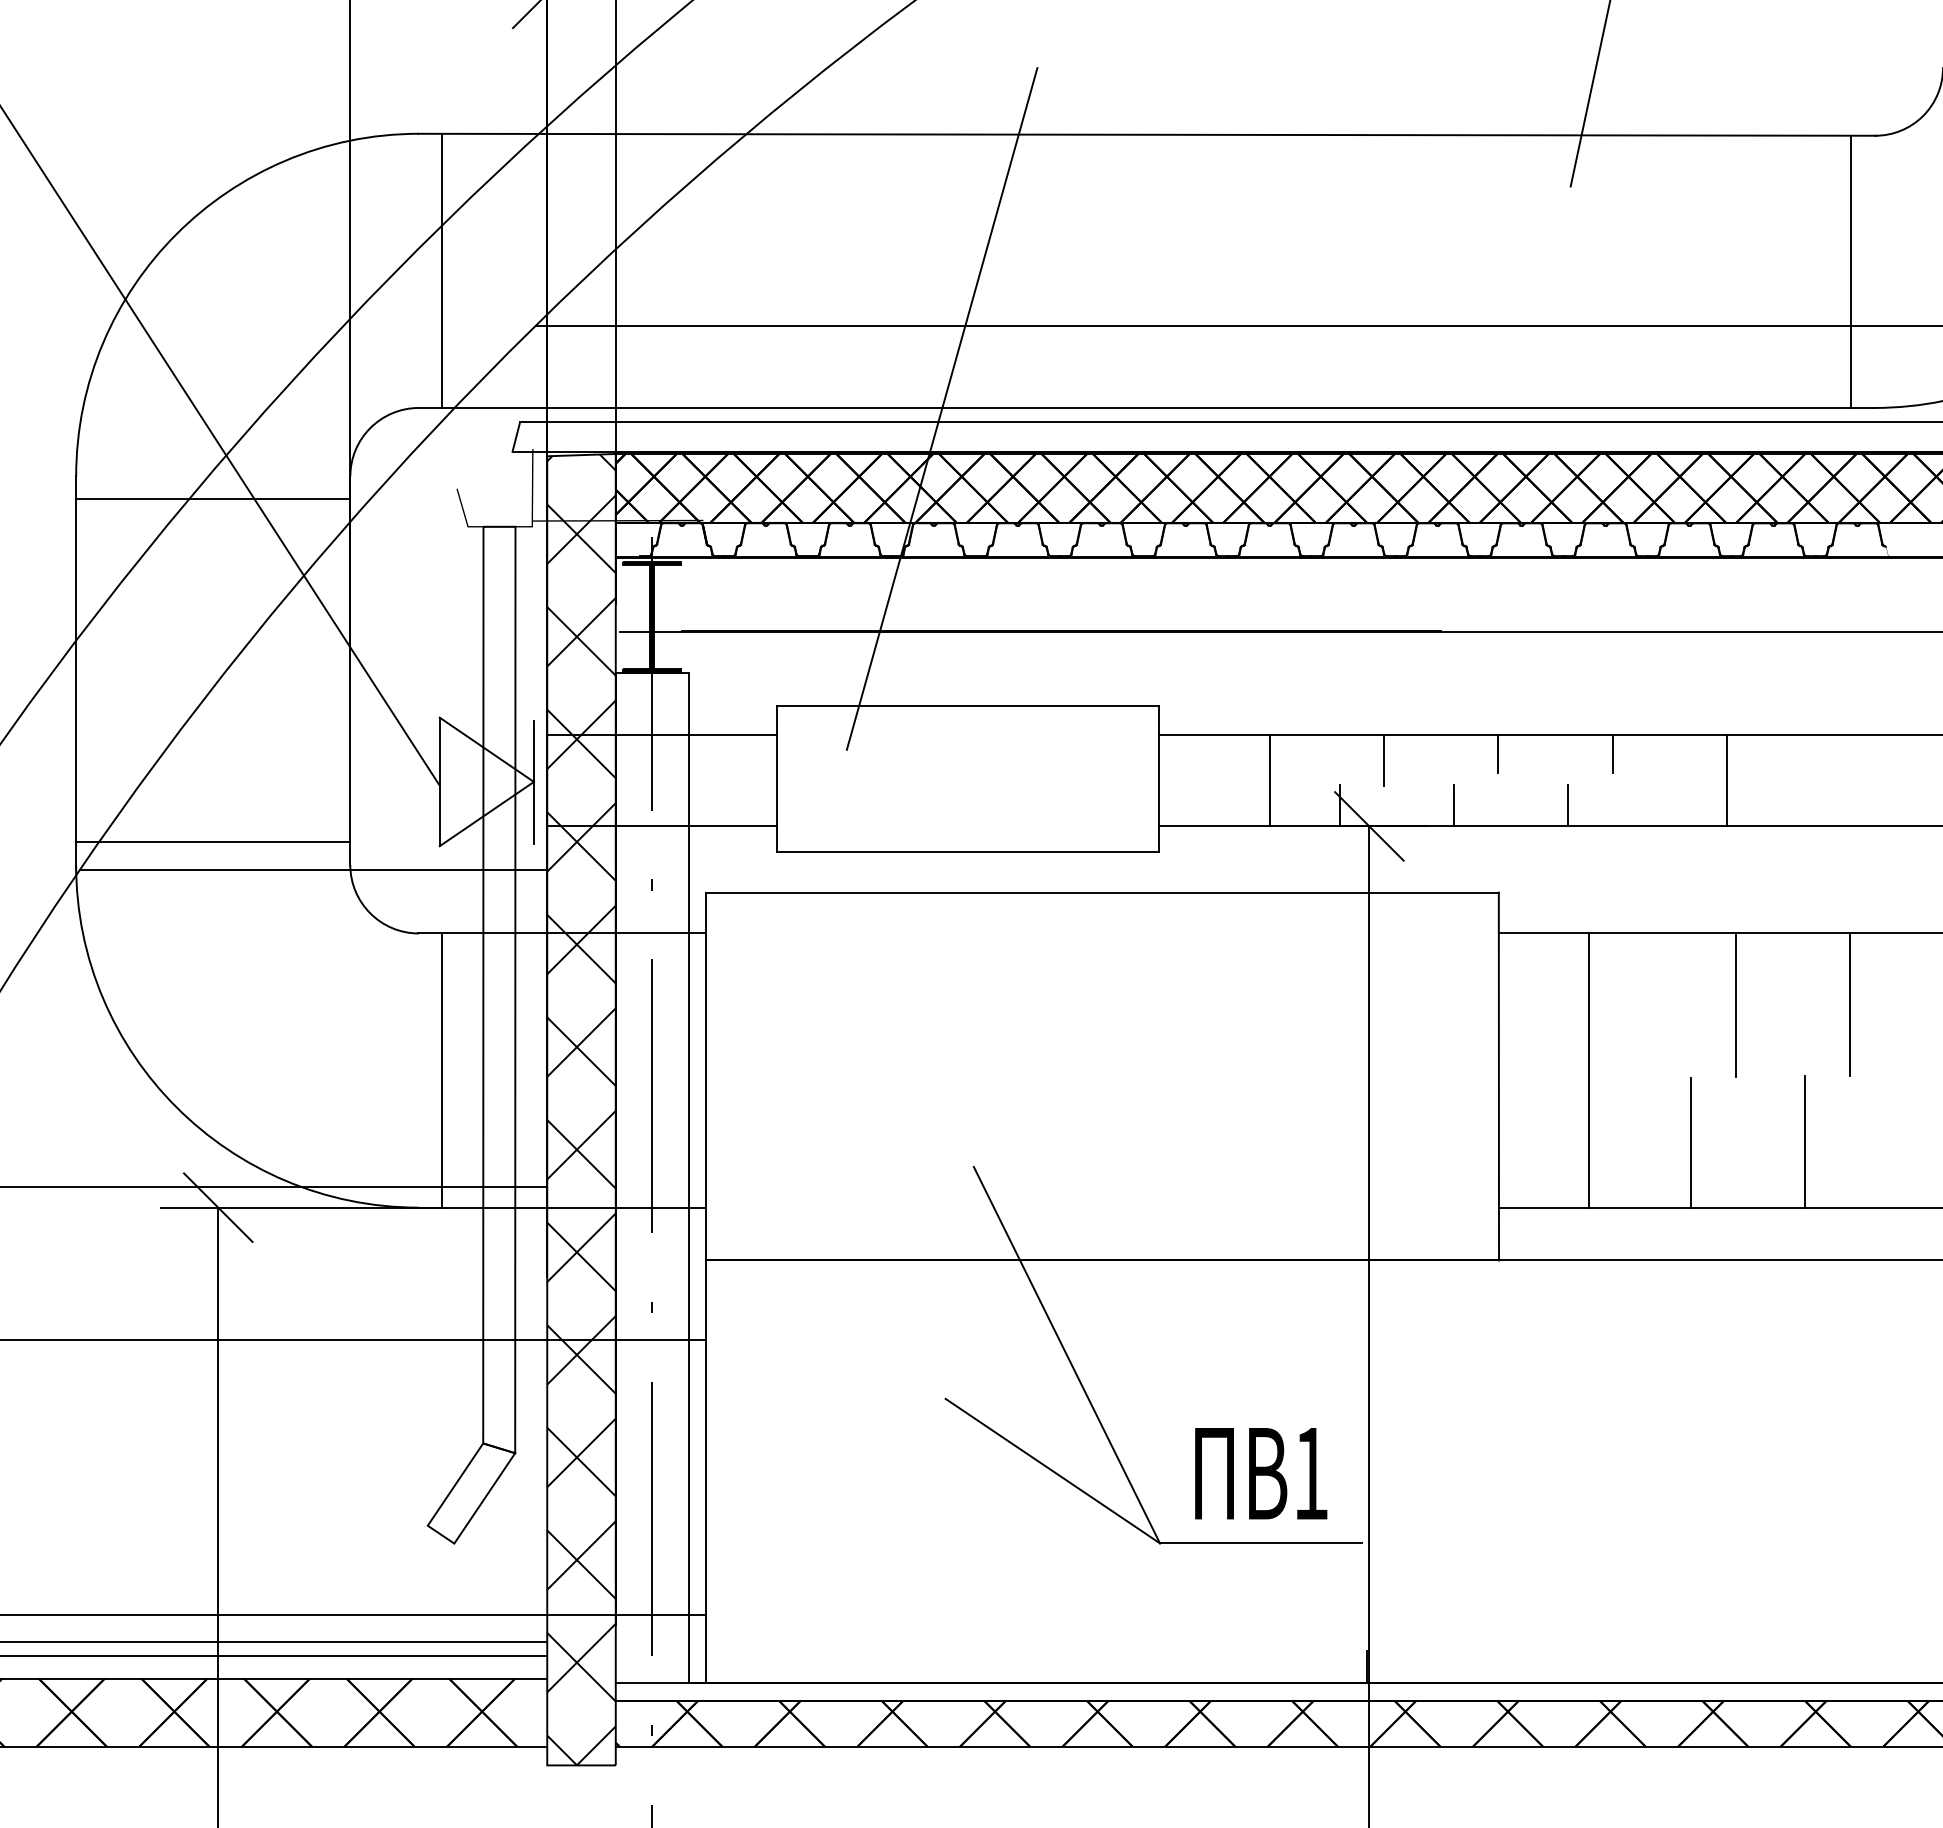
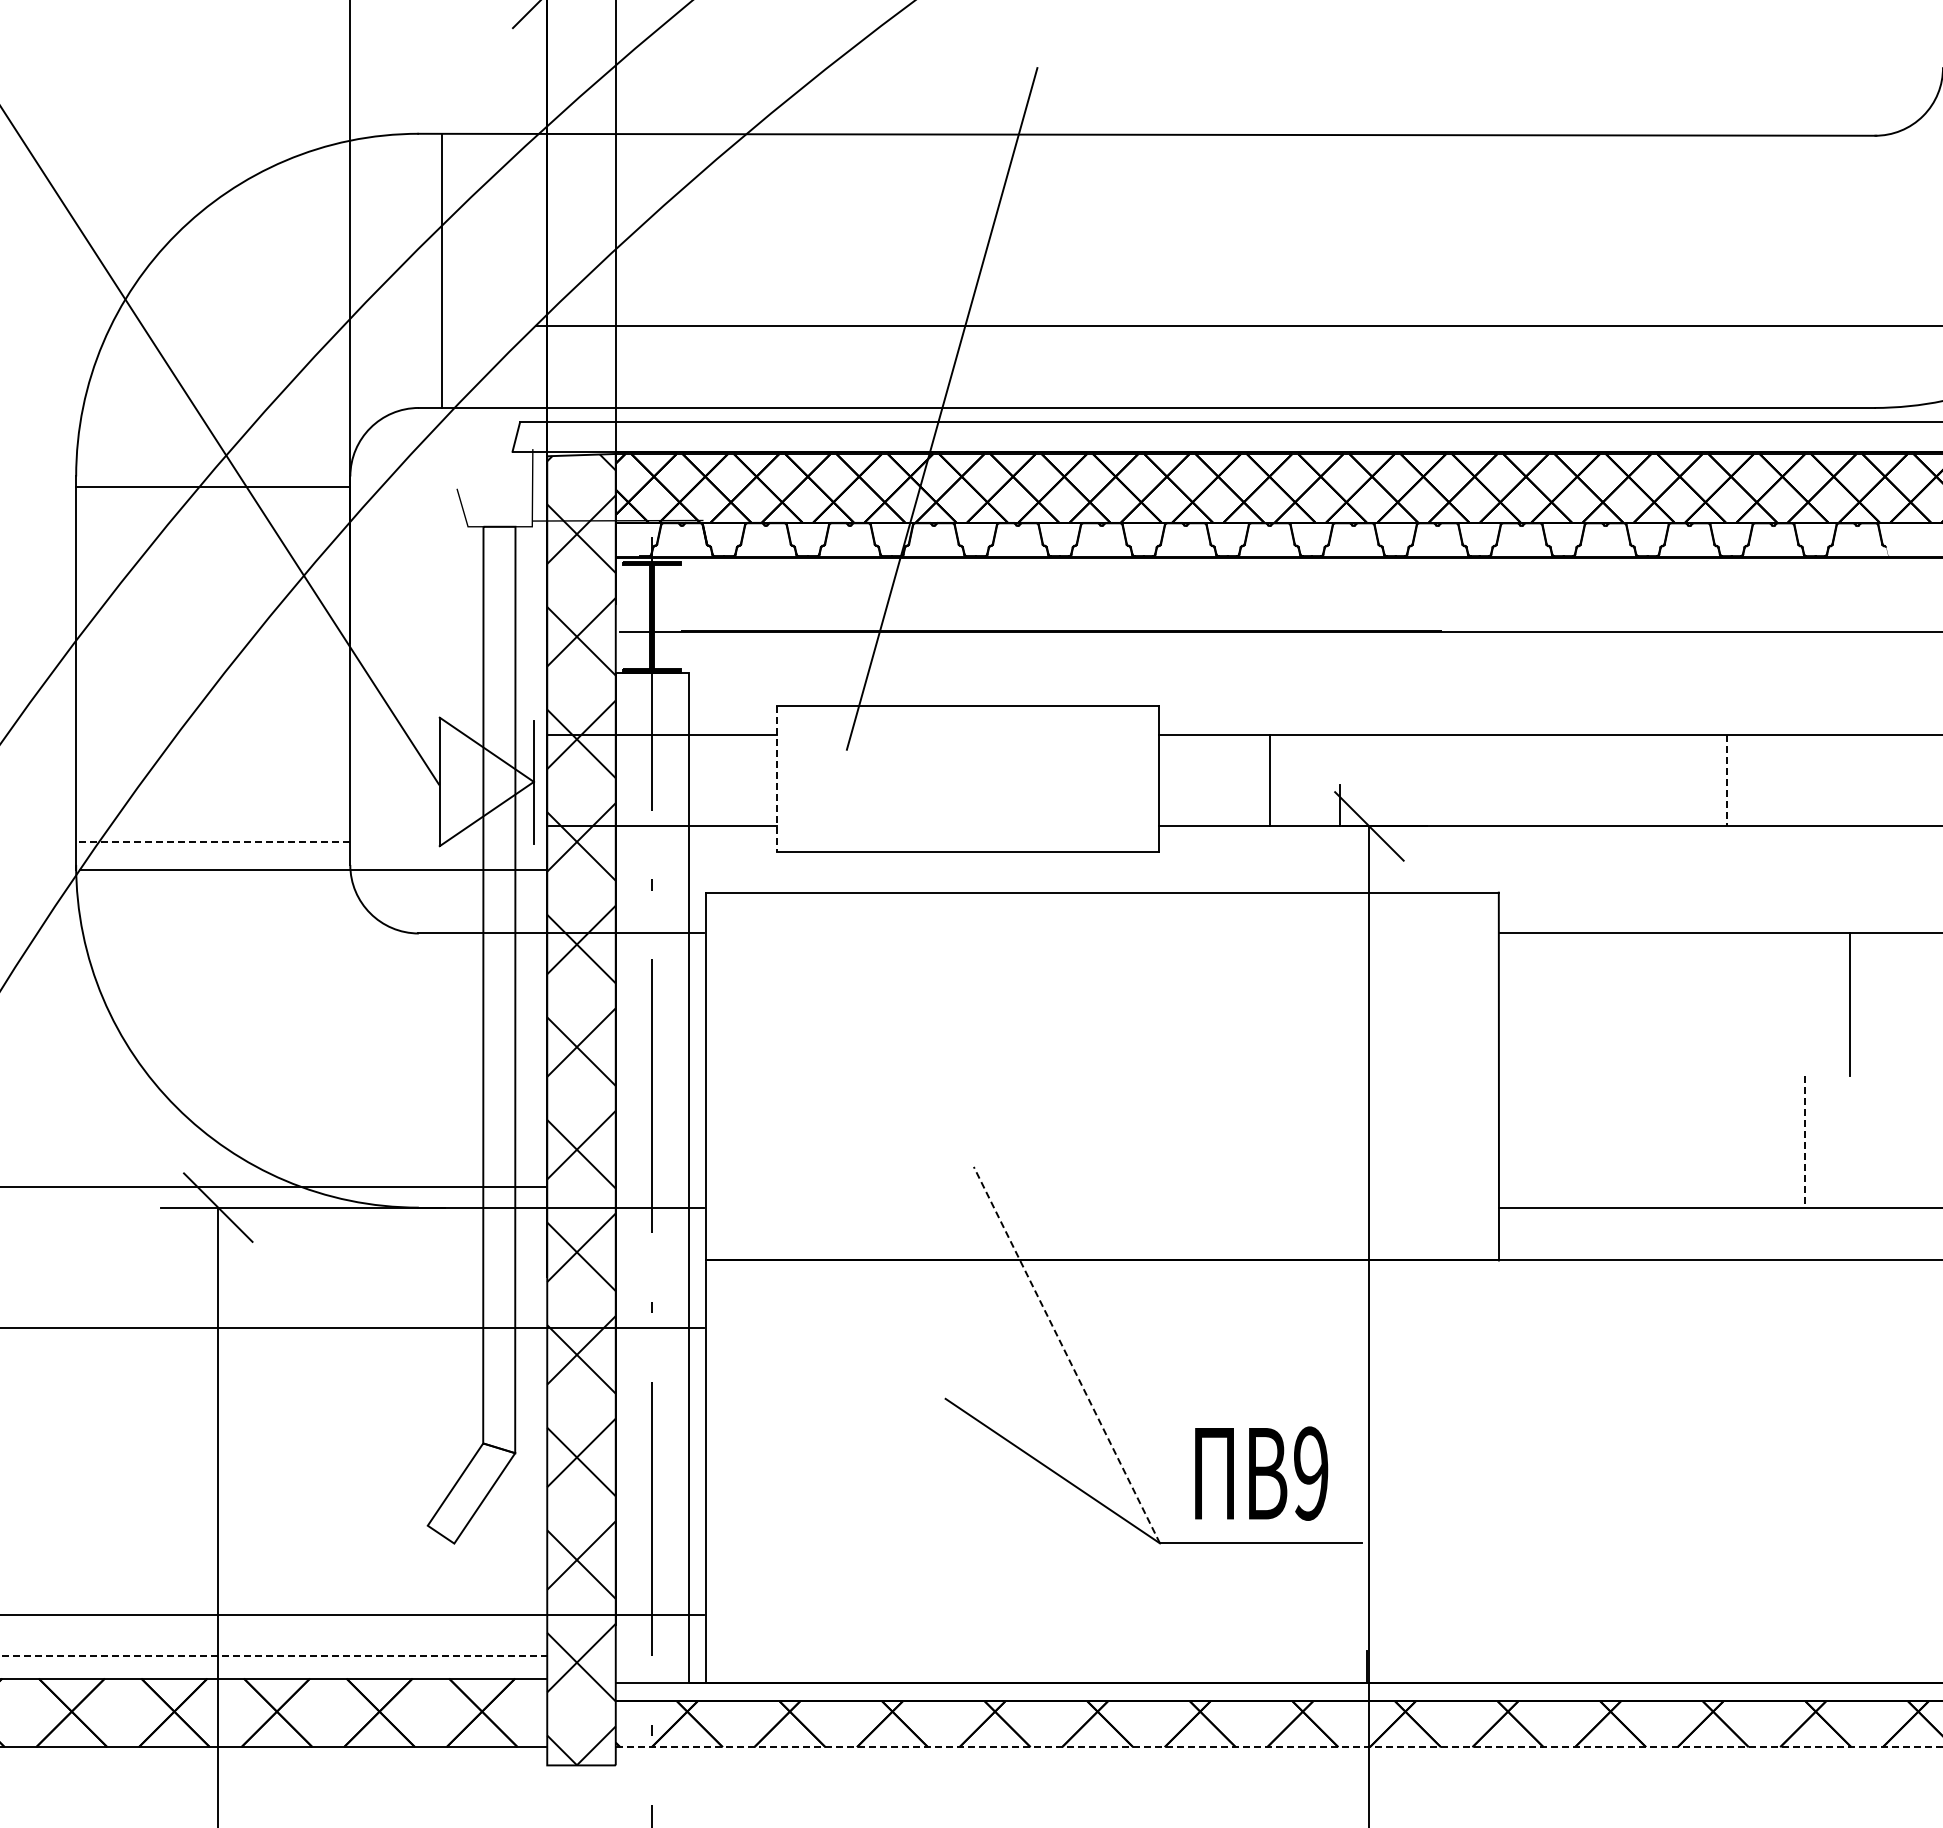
line at (1589, 94): present -> none
line at (1851, 271): present -> none
line at (213, 499) position: (213, 499) -> (213, 487)
line at (1498, 754): present -> none
line at (1612, 754): present -> none
line at (1384, 760): present -> none
line at (776, 779): solid -> dashed
line at (1726, 780): solid -> dashed
line at (1453, 805): present -> none
line at (1568, 805): present -> none
line at (212, 842): solid -> dashed
line at (1735, 1004): present -> none
line at (441, 1070): present -> none
line at (1589, 1070): present -> none
line at (1691, 1142): present -> none
line at (1805, 1142): solid -> dashed
line at (352, 1340) position: (352, 1340) -> (352, 1328)
line at (1066, 1355): solid -> dashed
text at (1311, 1473): 1 -> 9
line at (274, 1642): present -> none
line at (274, 1655): solid -> dashed
line at (1279, 1747): solid -> dashed
